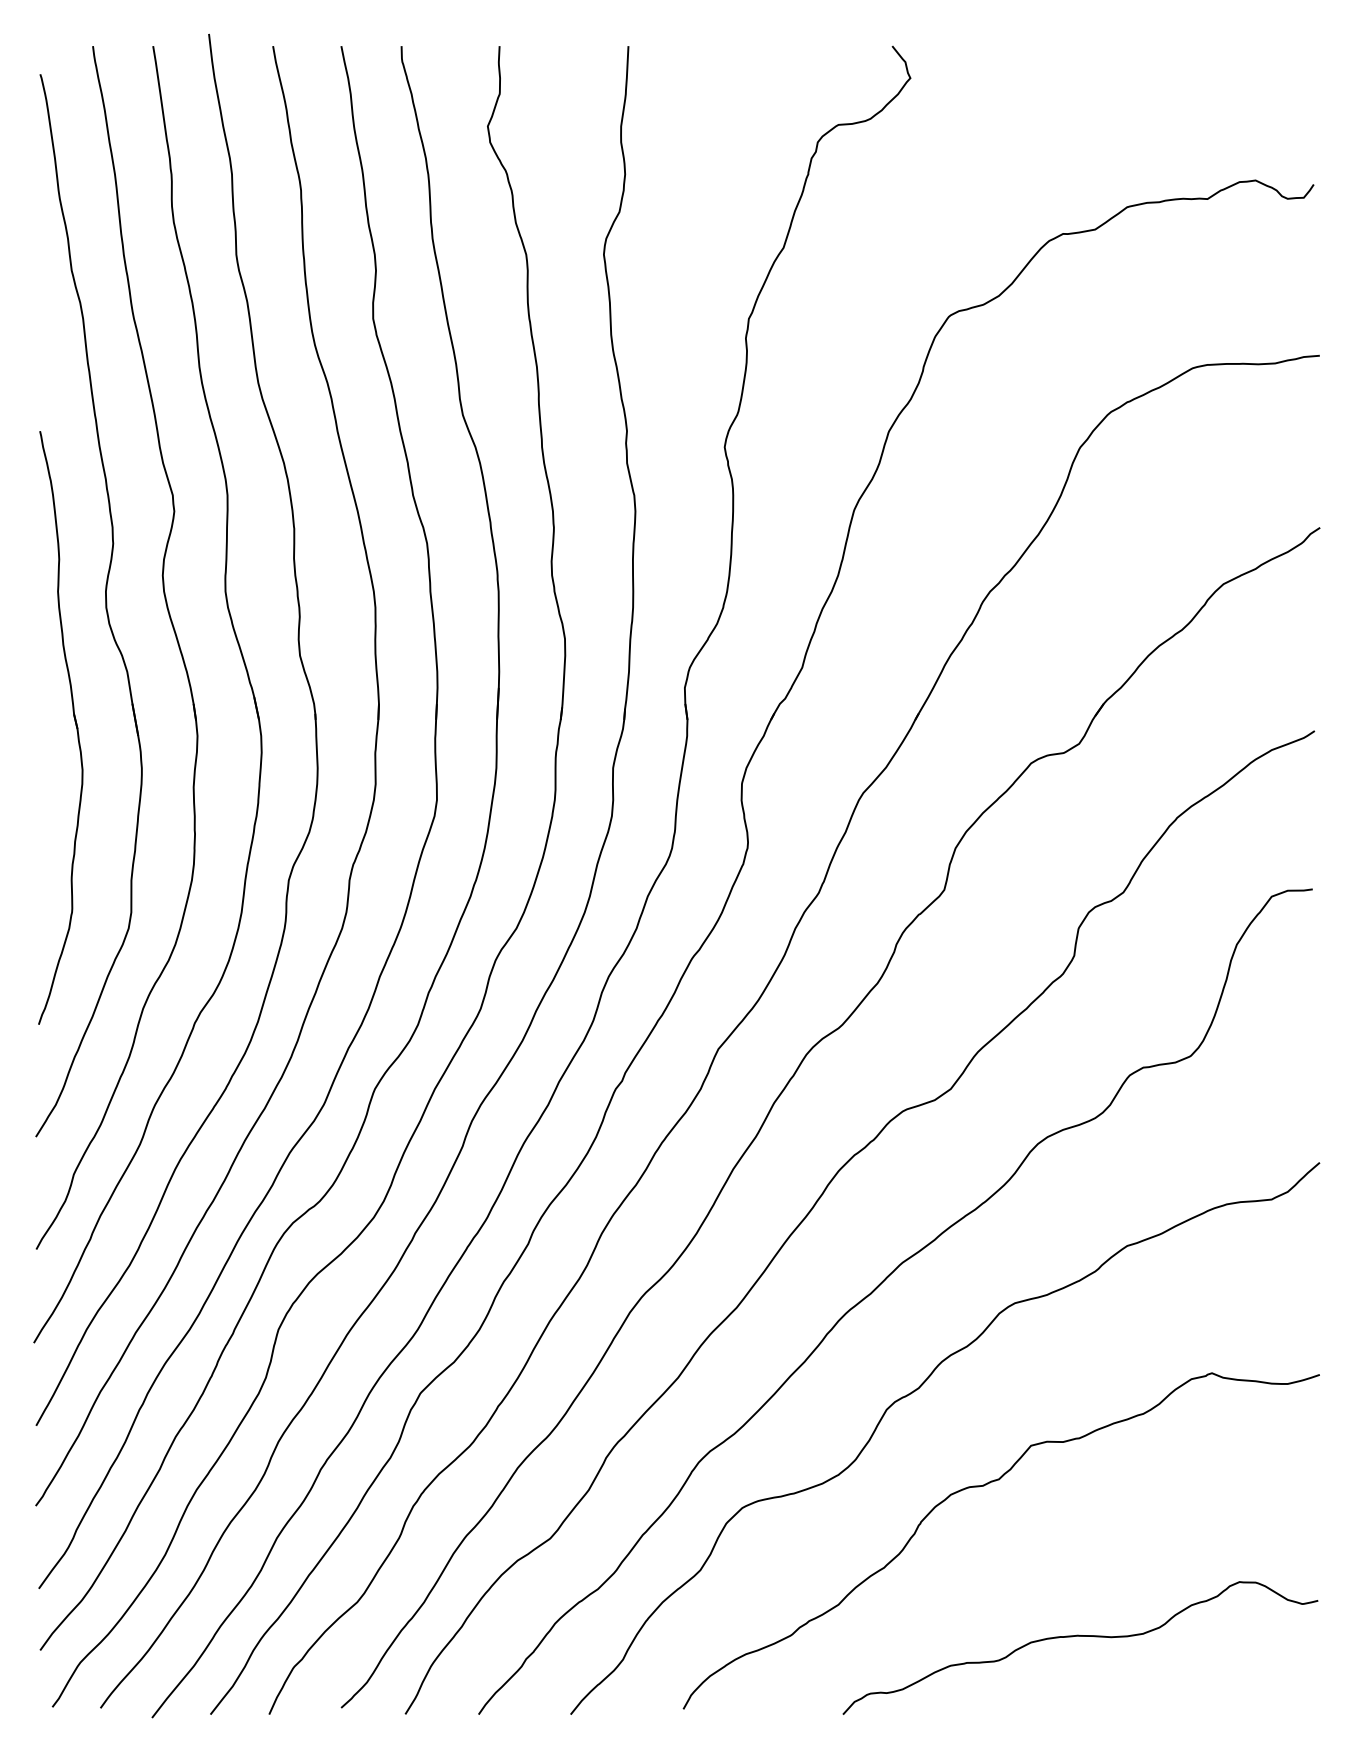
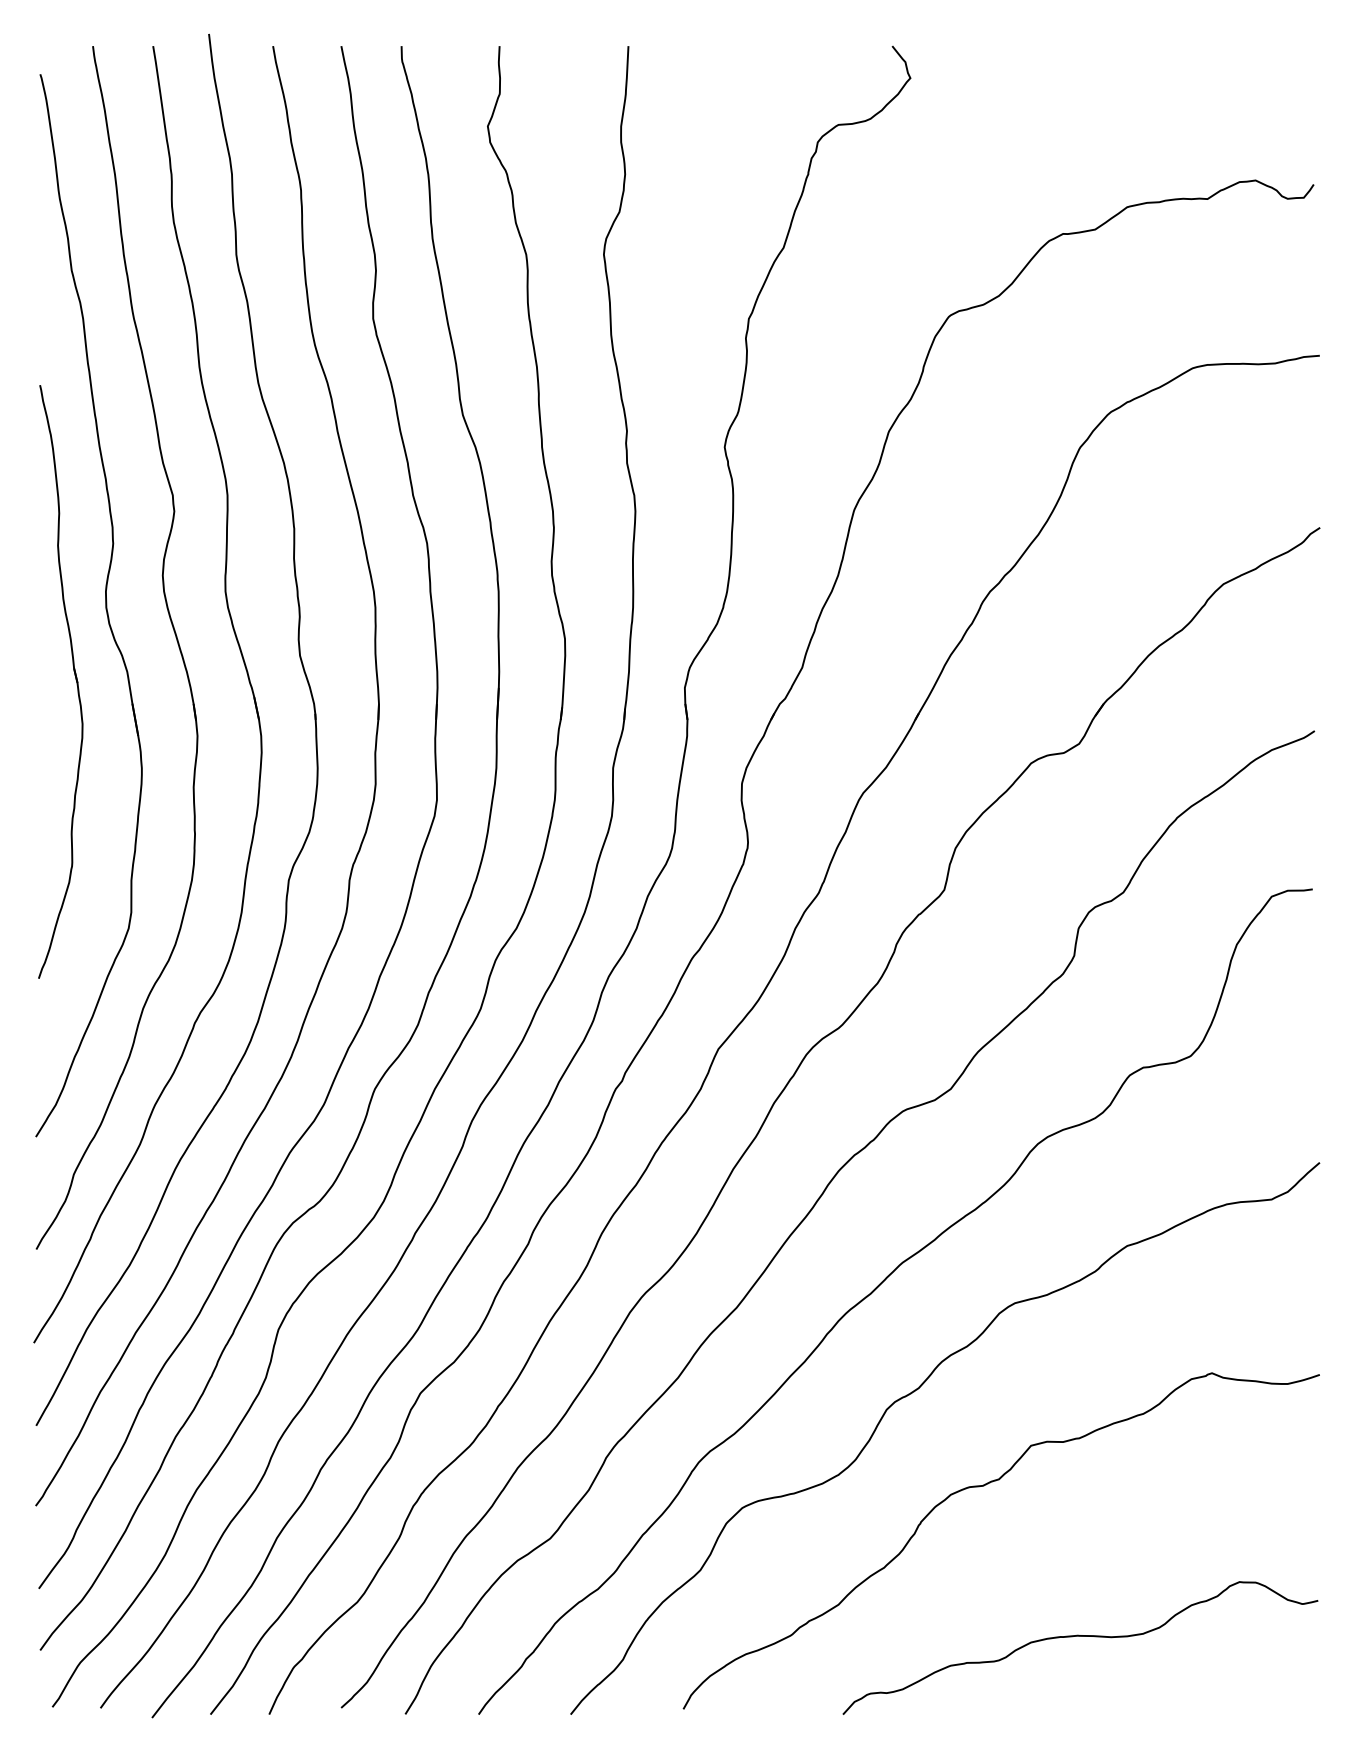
part at (75, 725) position: (75, 725) -> (75, 679)
